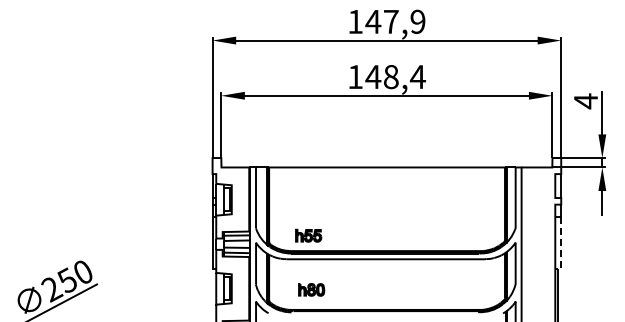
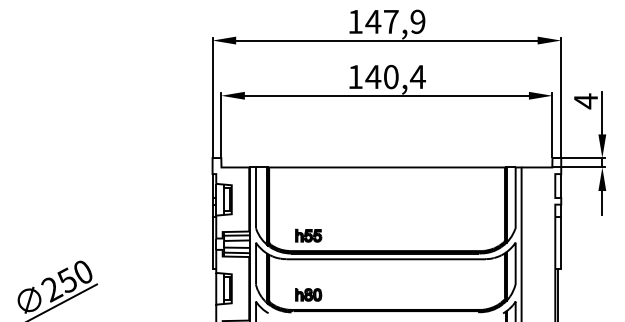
text at (391, 76): 148,4 -> 140,4
line at (561, 246): dashed -> solid
part at (311, 289) position: (311, 289) -> (308, 294)
